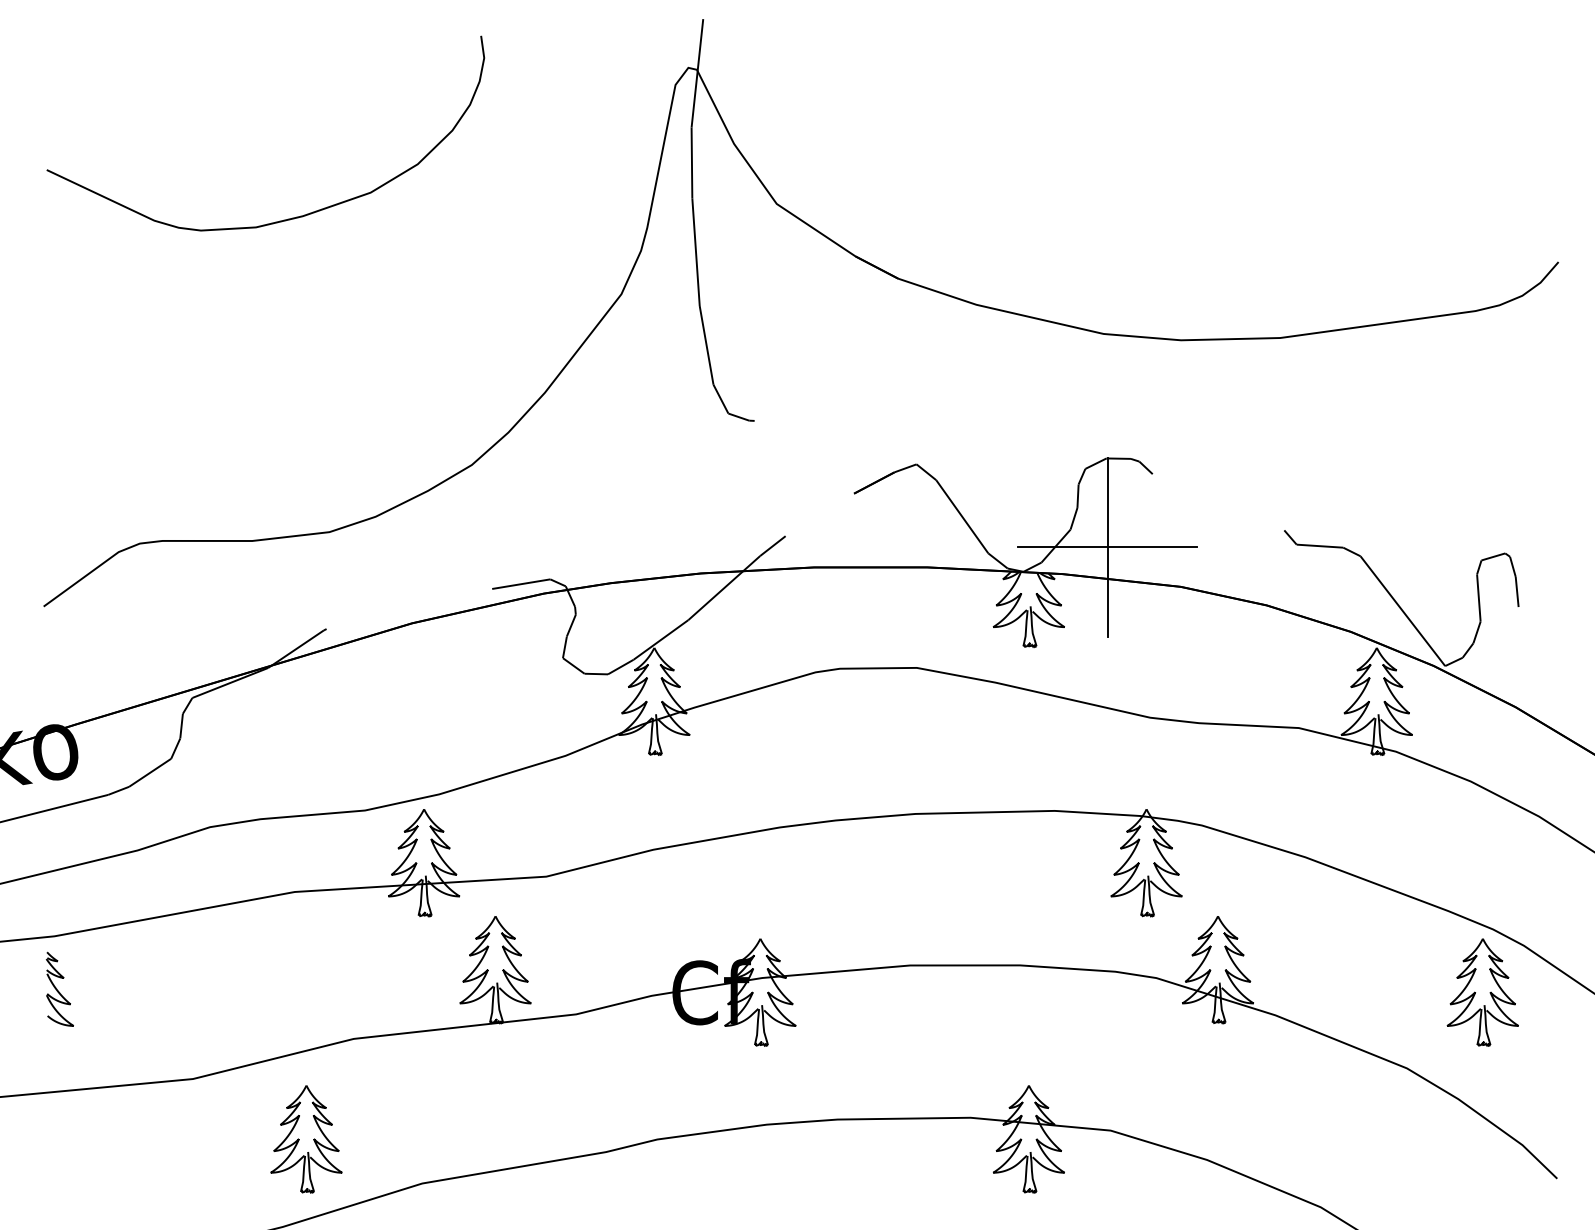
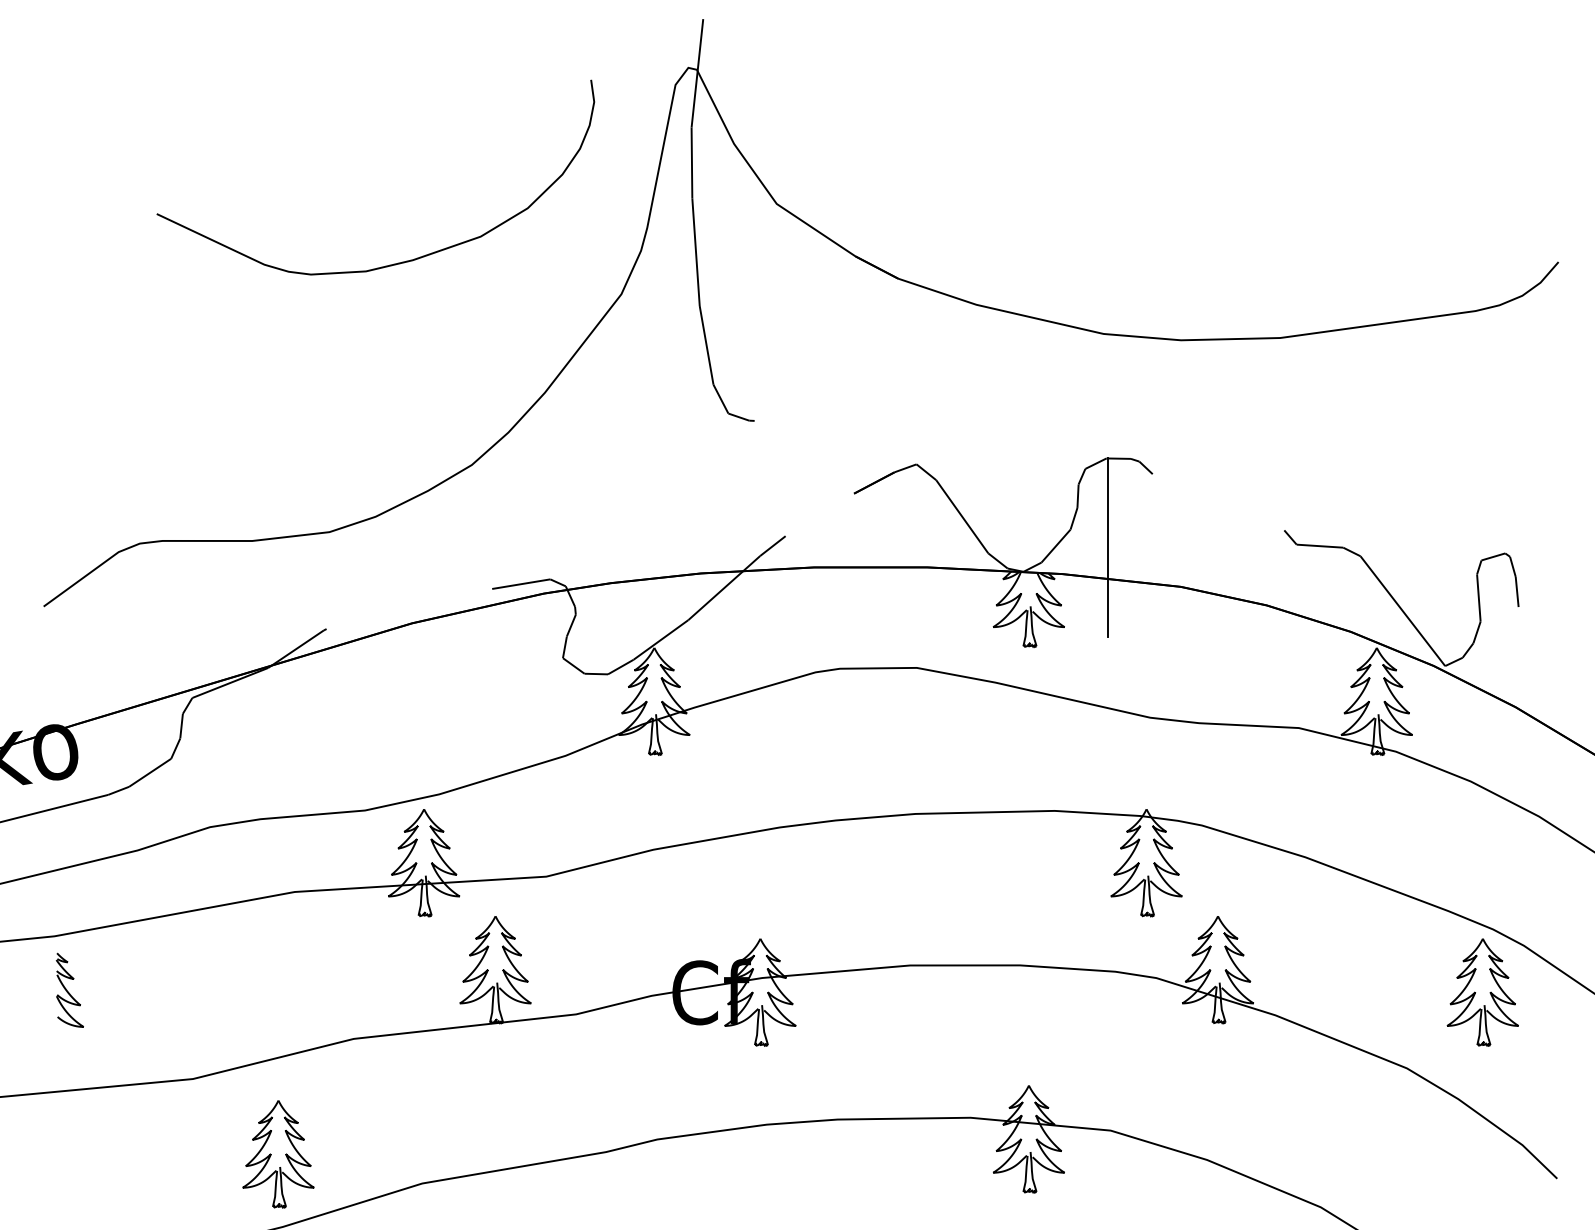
curve at (283, 219) position: (283, 219) -> (393, 263)
line at (1107, 547): present -> none
part at (59, 988) position: (59, 988) -> (69, 989)
part at (306, 1139) position: (306, 1139) -> (278, 1154)
